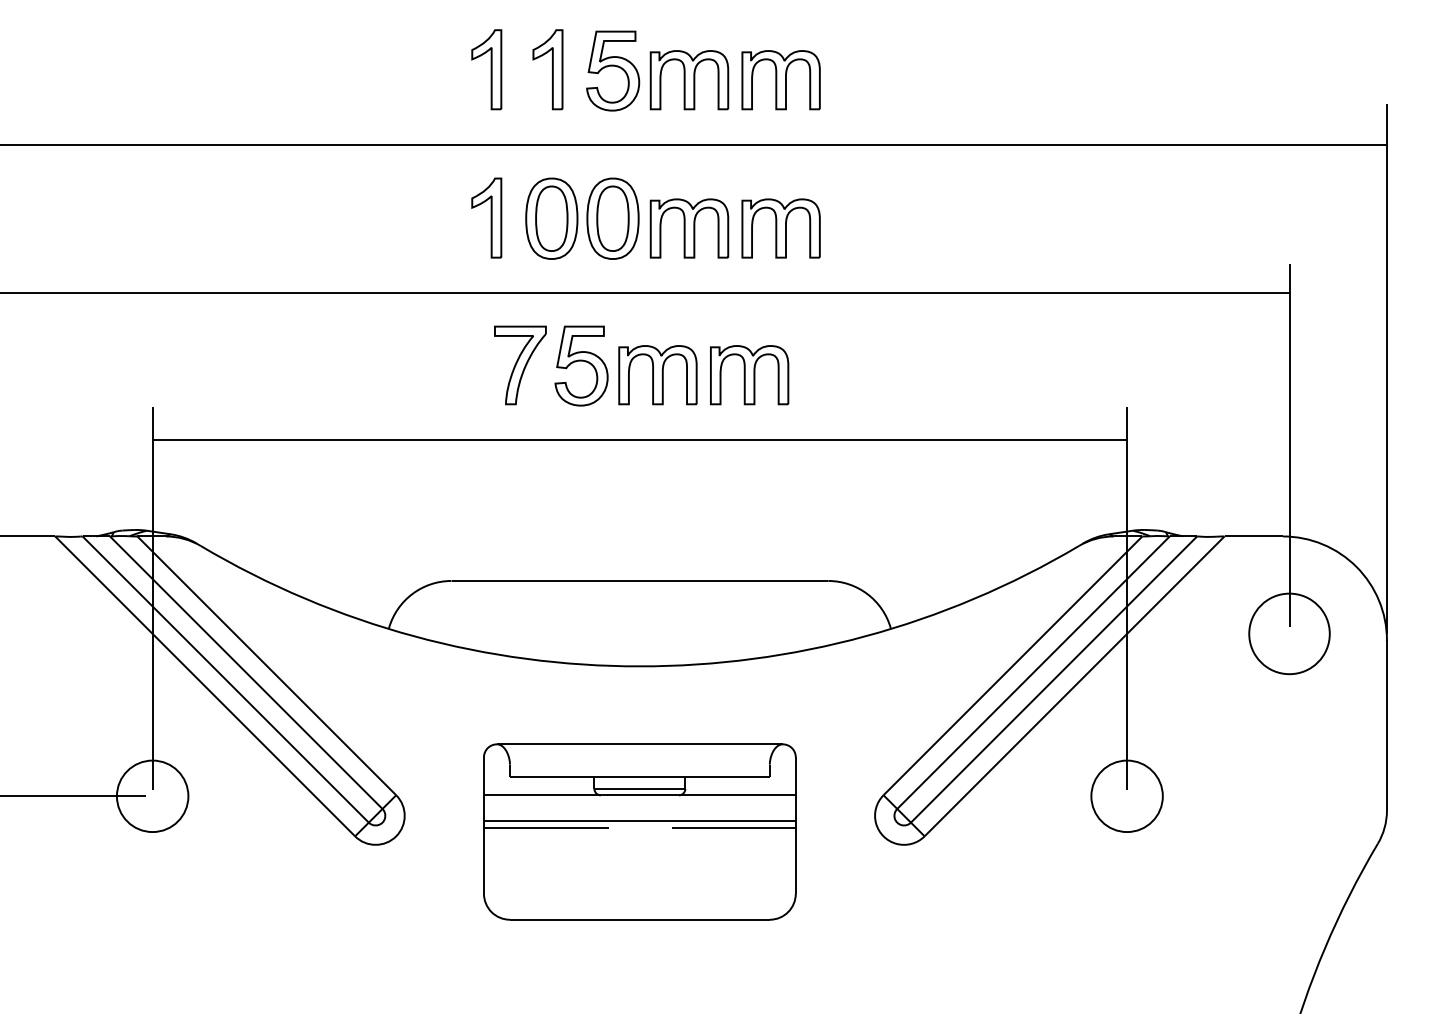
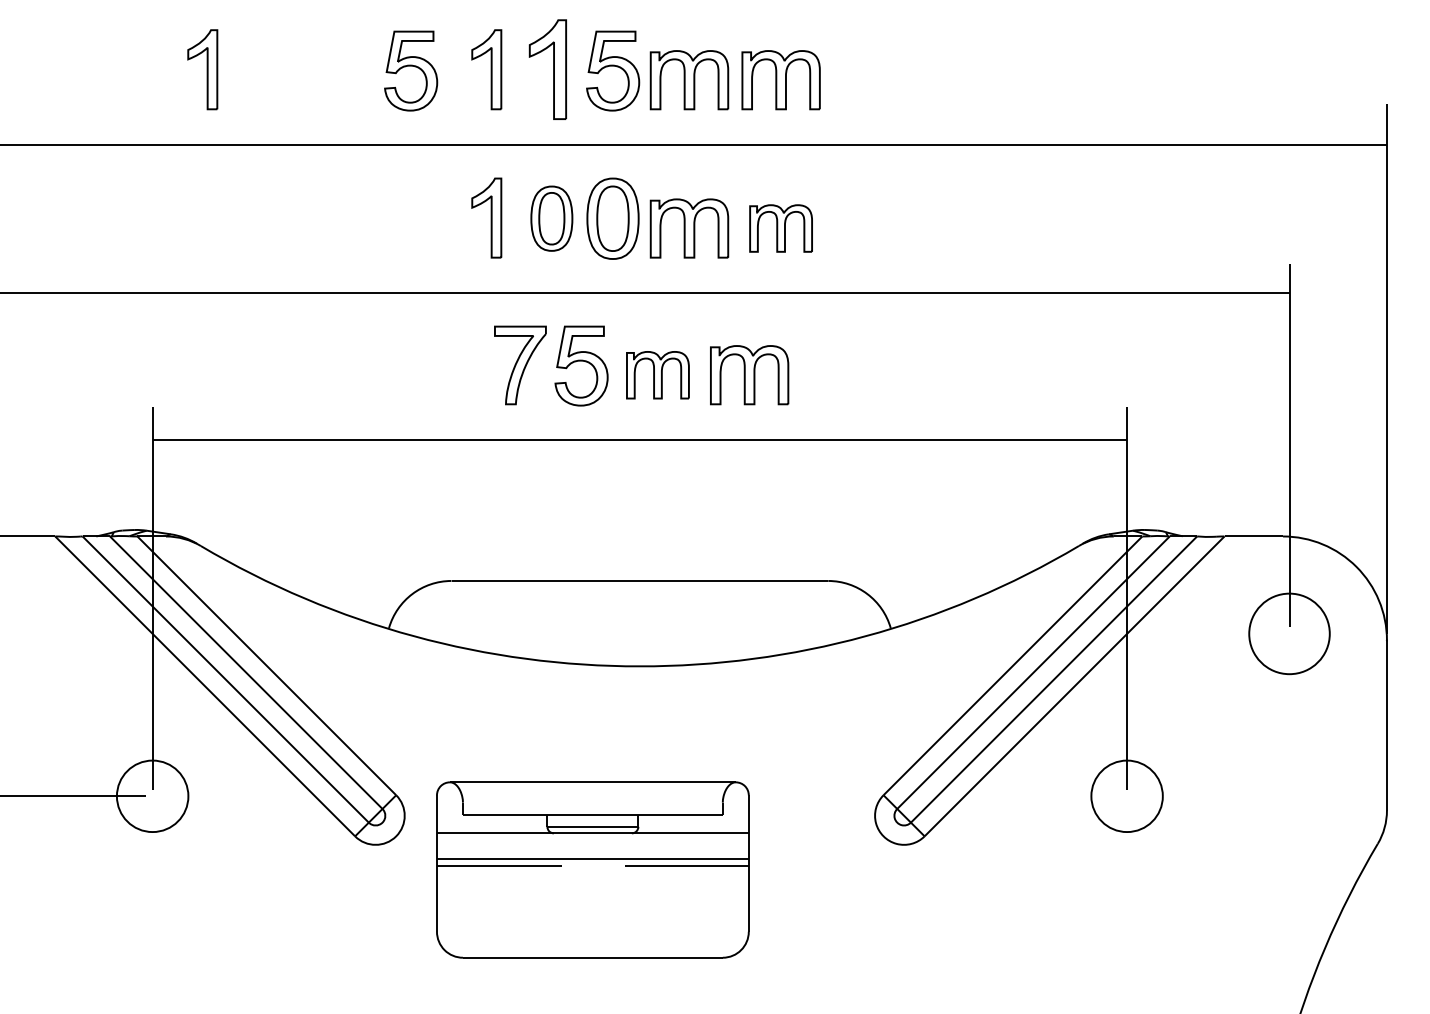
part at (202, 69): none -> present
part at (547, 69) size: 32x82 px -> 39x101 px
part at (411, 70): none -> present
part at (551, 218) size: 54x83 px -> 44x67 px
part at (780, 228) size: 80x61 px -> 64x49 px
part at (657, 375) size: 80x61 px -> 64x49 px
part at (639, 831) position: (639, 831) -> (592, 869)
